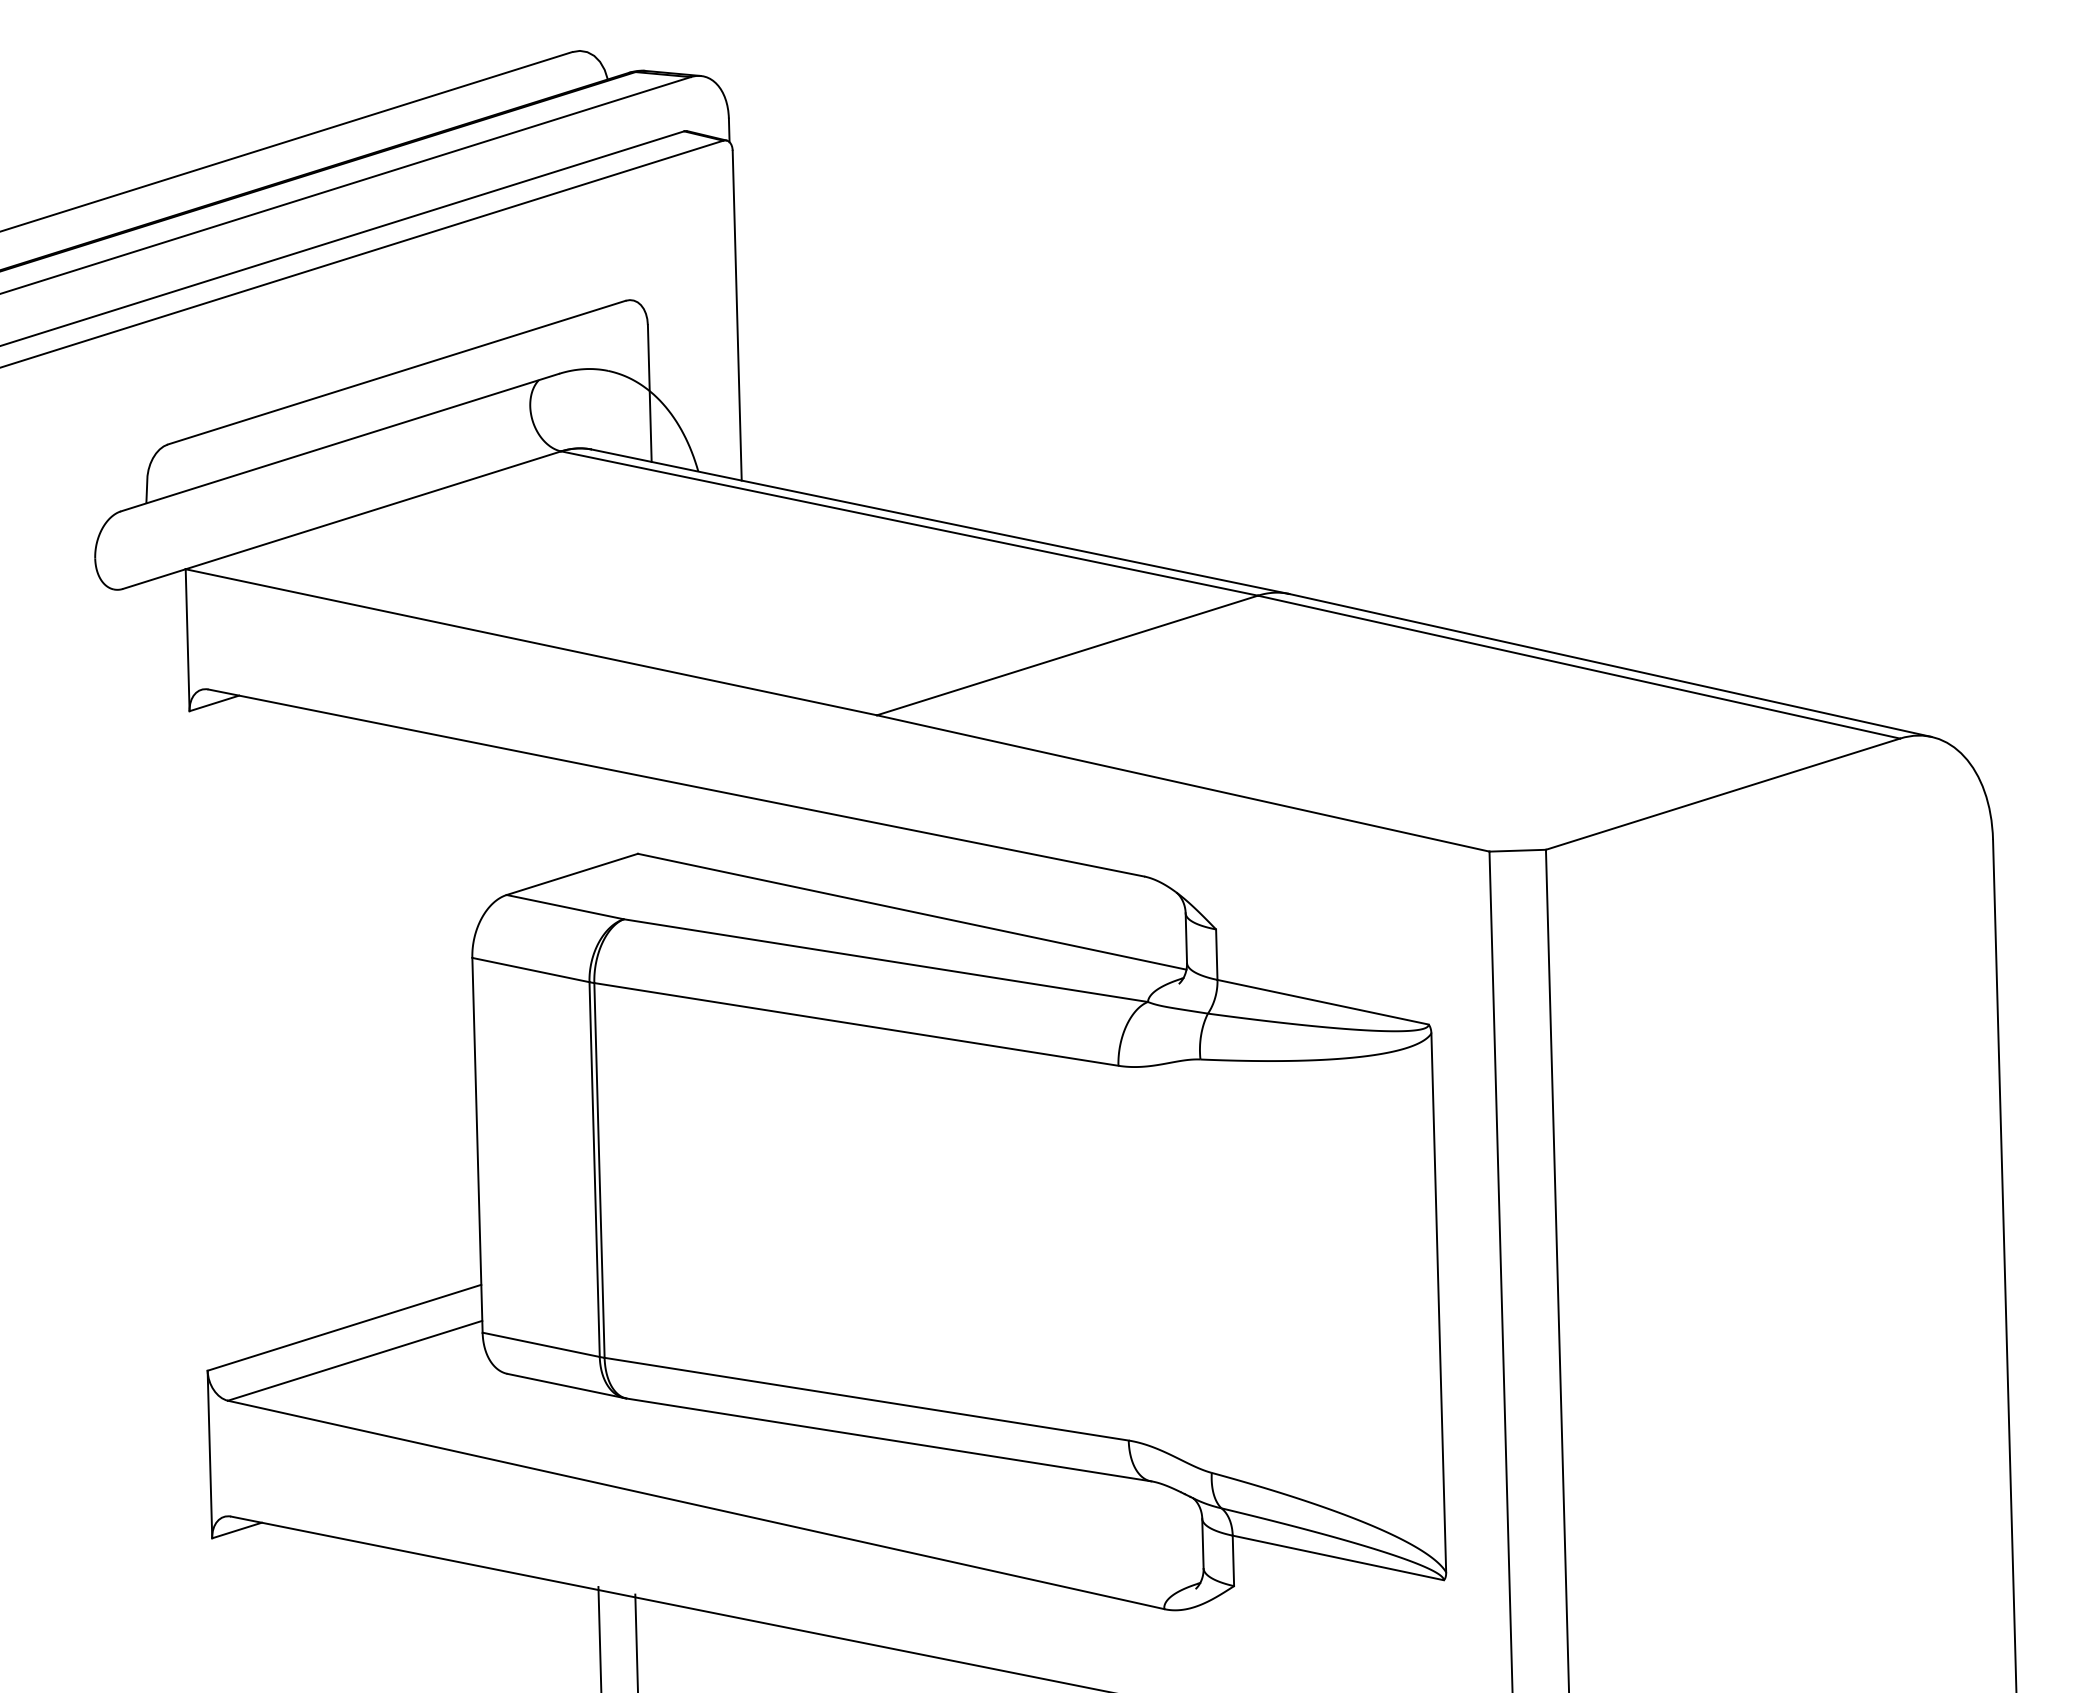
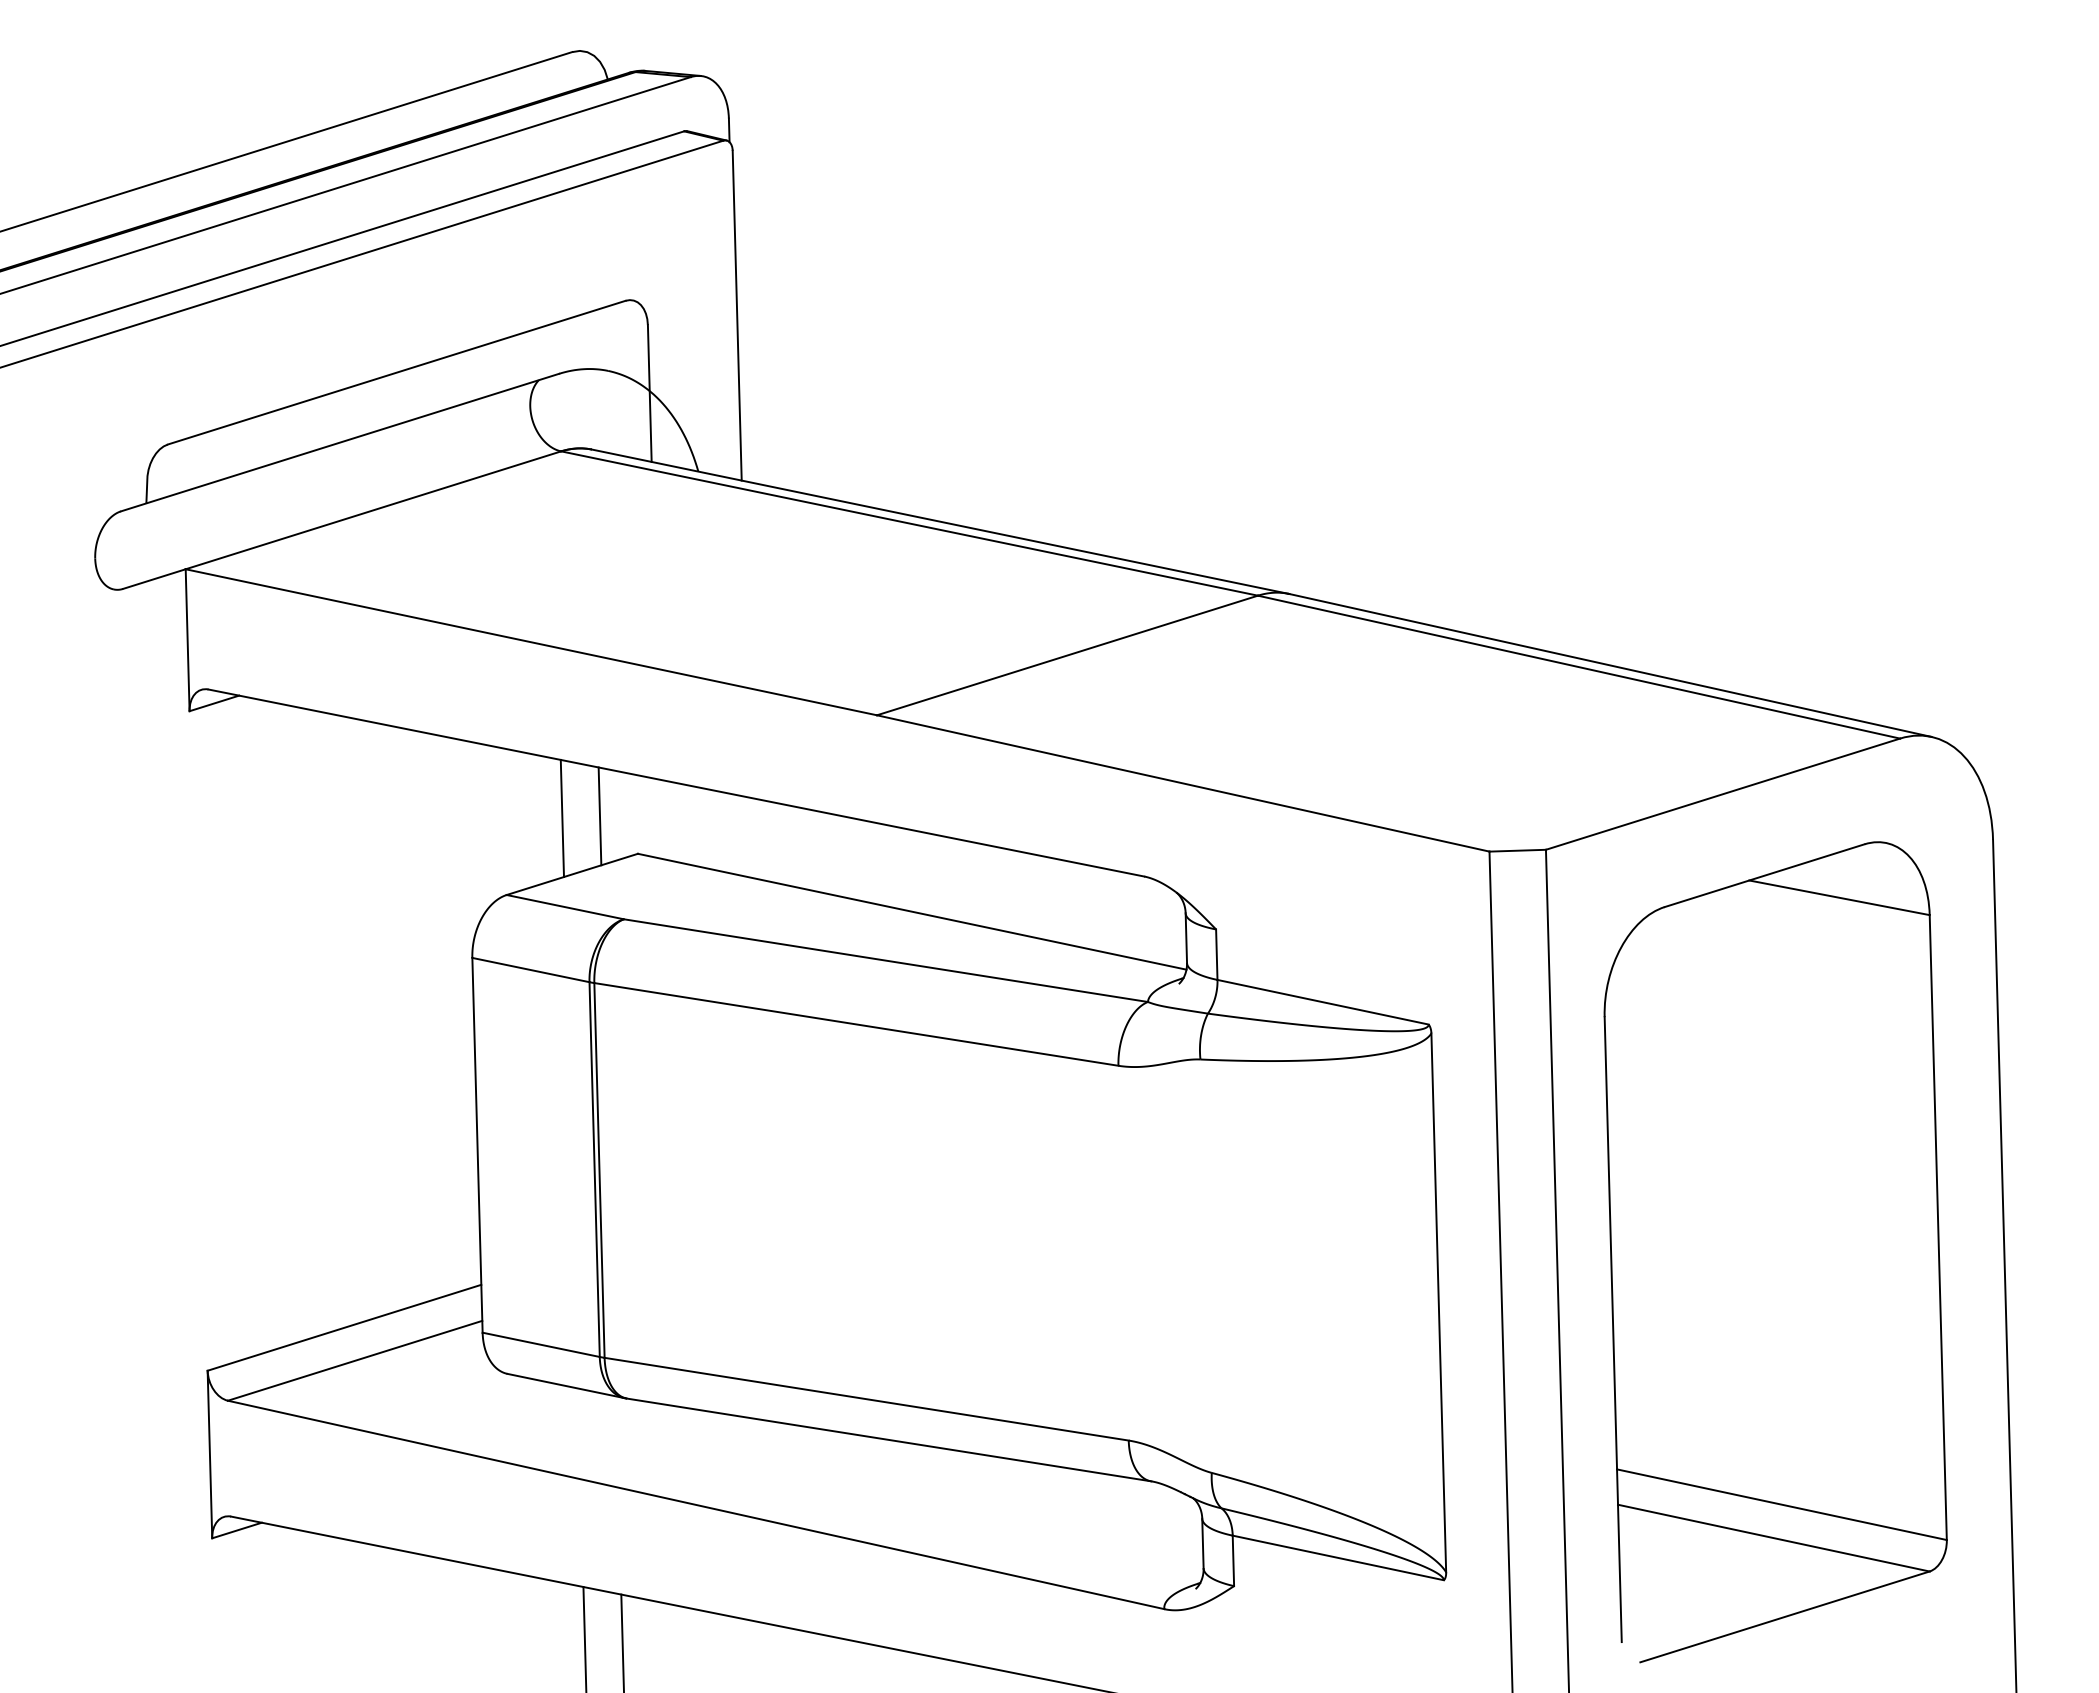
line at (599, 816): none -> present
line at (562, 818): none -> present
part at (1775, 1252): none -> present
line at (599, 1638) position: (599, 1638) -> (584, 1638)
line at (636, 1641) position: (636, 1641) -> (622, 1641)
